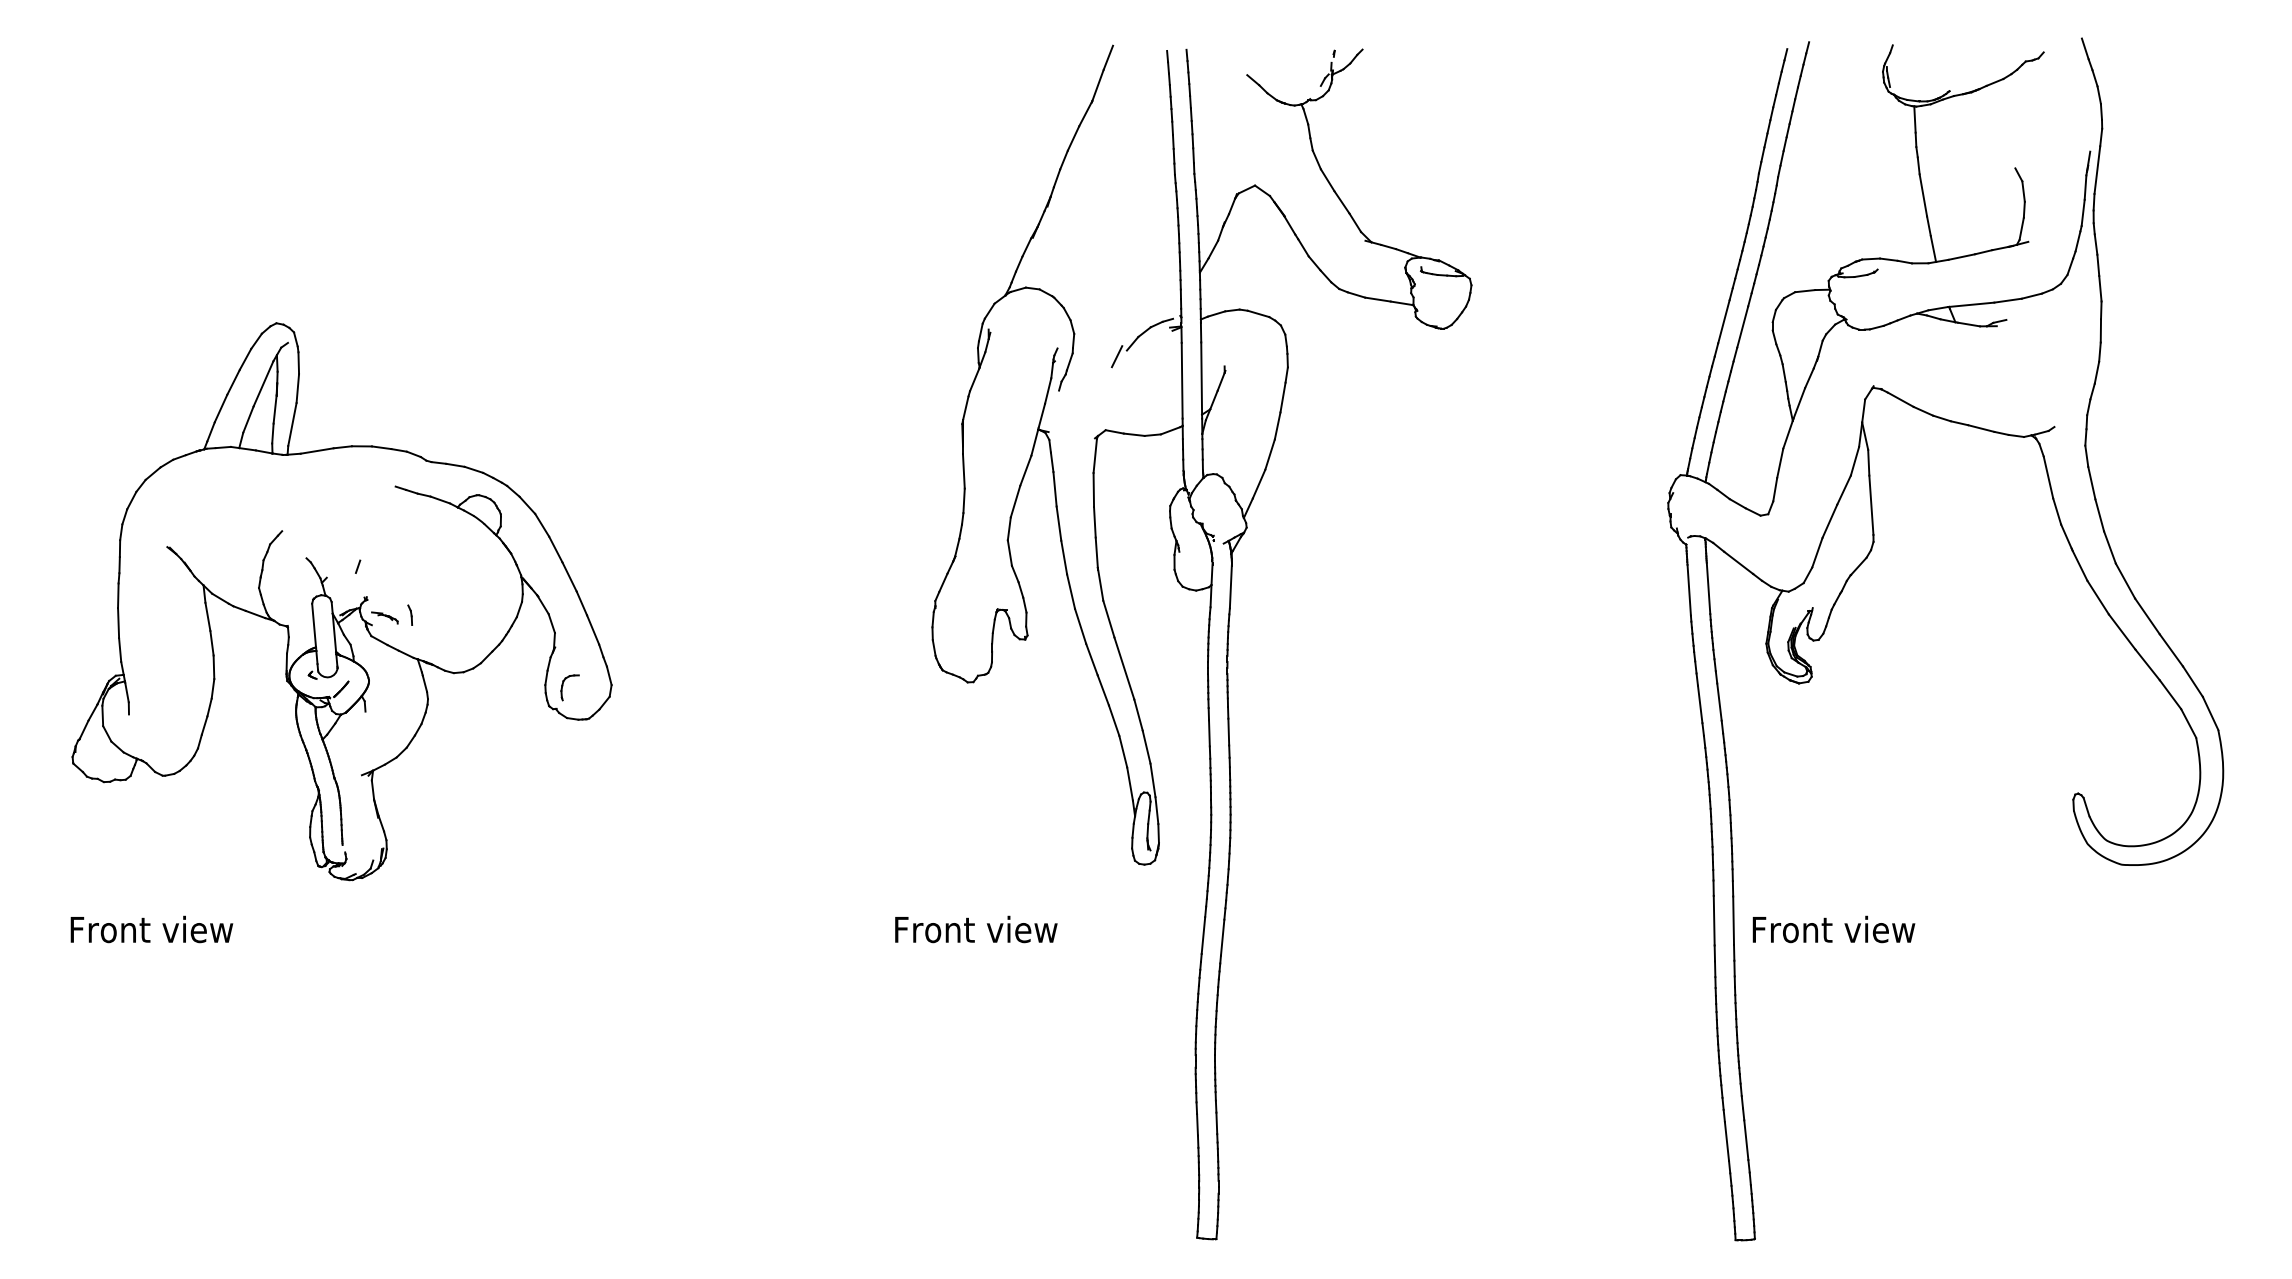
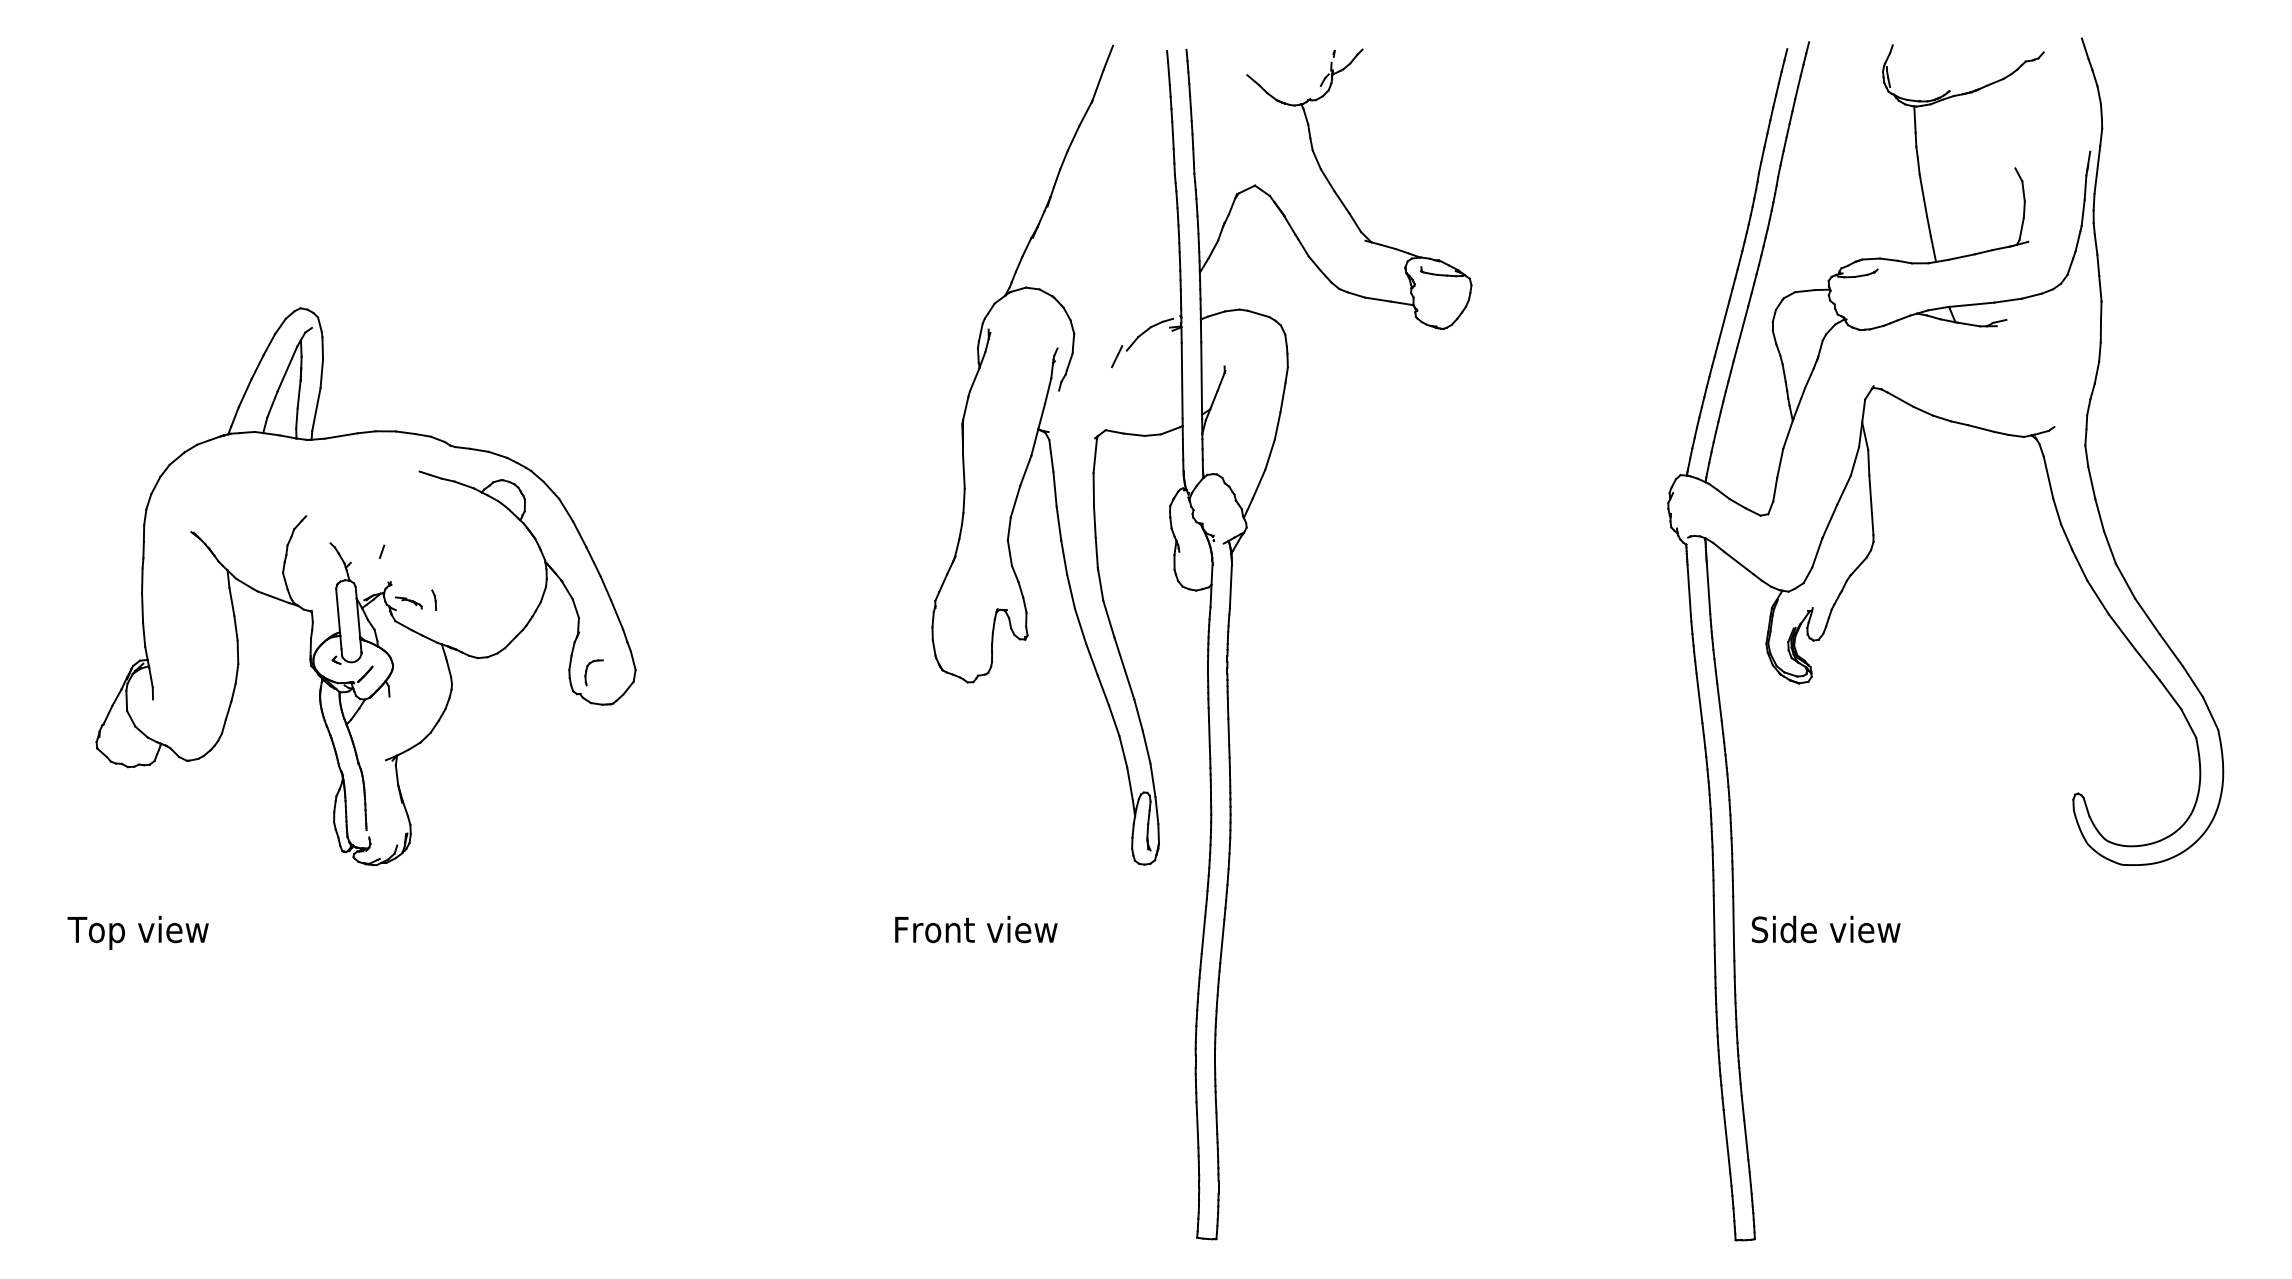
part at (341, 601) position: (341, 601) -> (365, 586)
text at (1833, 929): Front view -> Side view
text at (150, 932): Front view -> Top view
